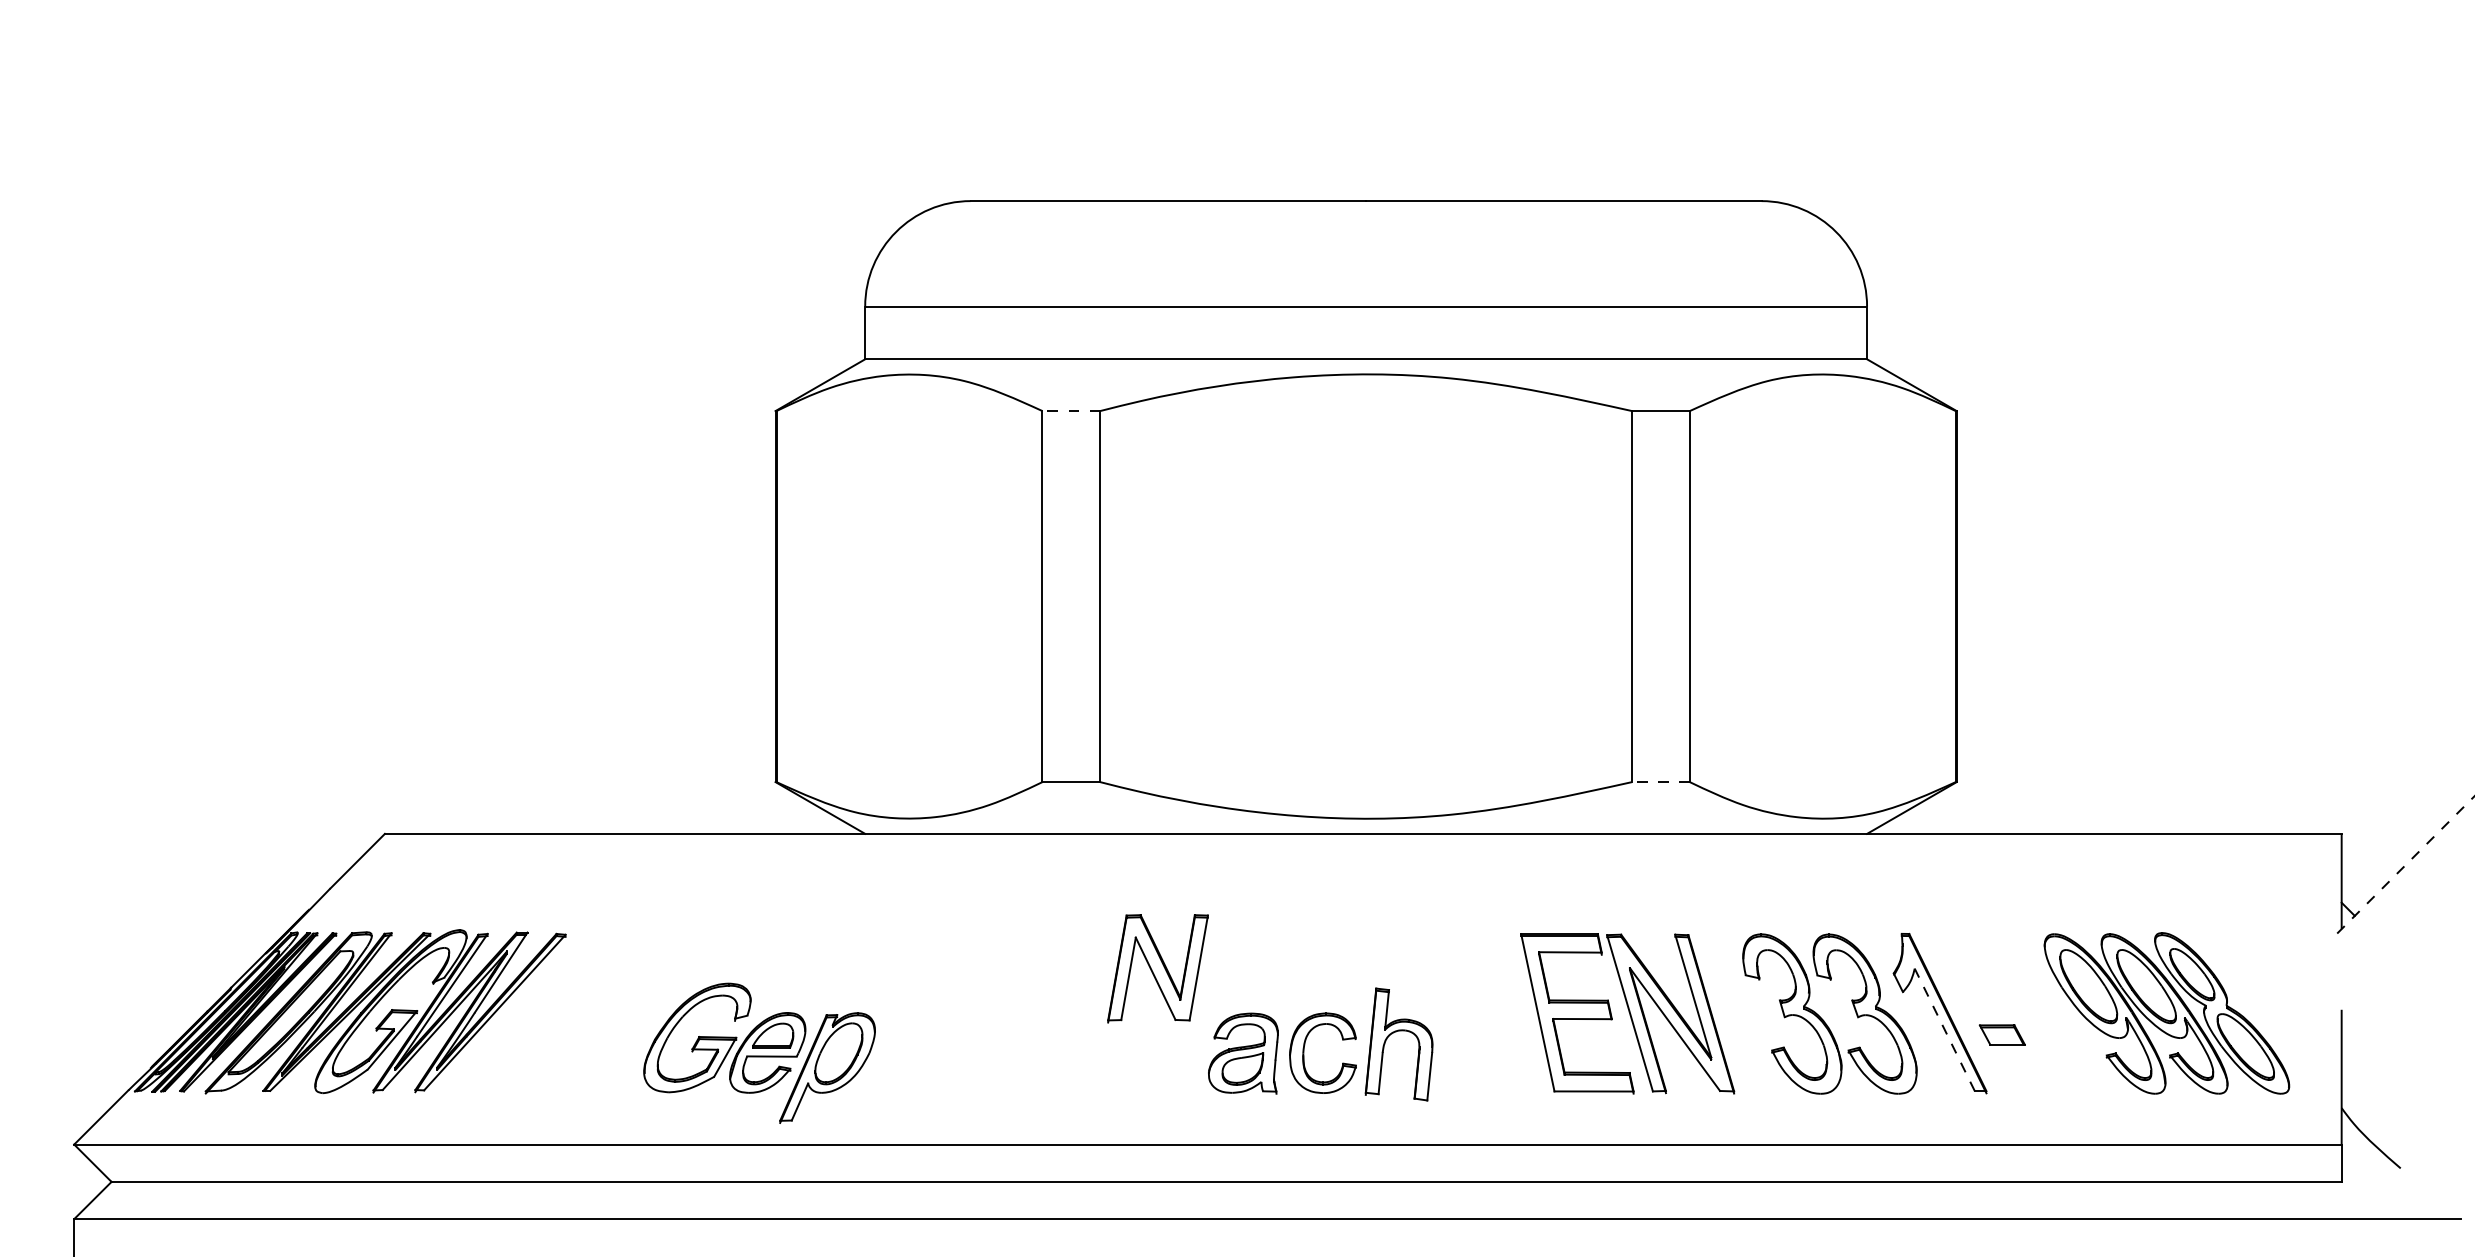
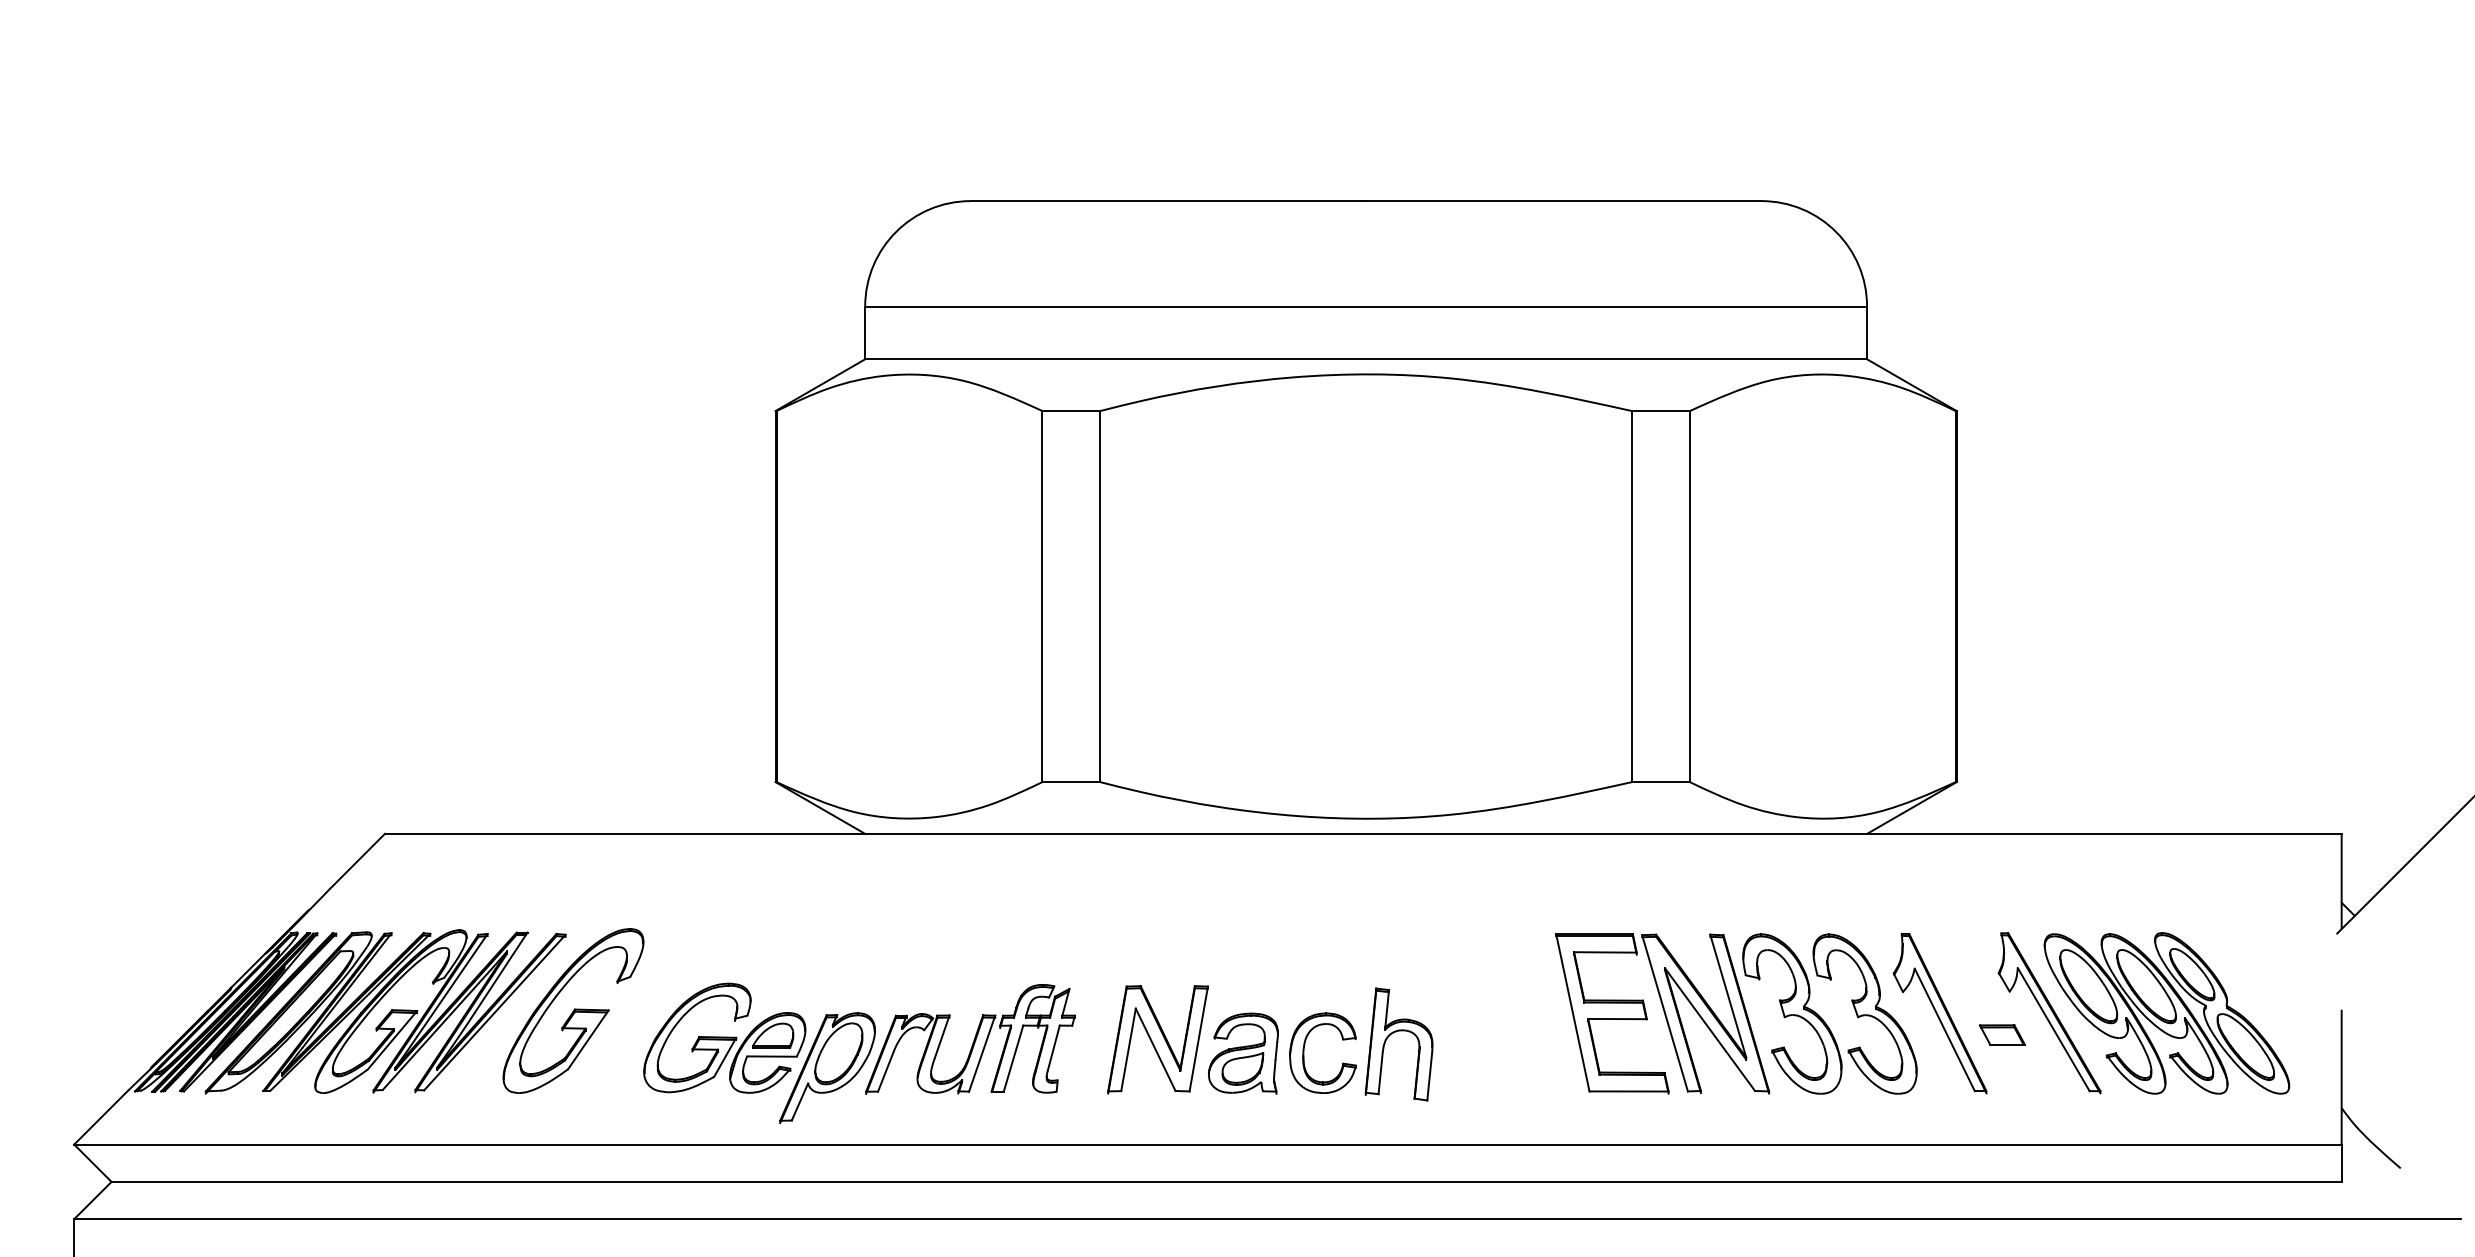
line at (1071, 411): dashed -> solid
line at (1660, 782): dashed -> solid
line at (2405, 864): dashed -> solid
part at (1157, 968) position: (1157, 968) -> (1157, 1039)
part at (573, 1010): none -> present
part at (1627, 1013) position: (1627, 1013) -> (1662, 1013)
part at (2049, 1013): none -> present
line at (1944, 1029): dashed -> solid
part at (970, 1039): none -> present
